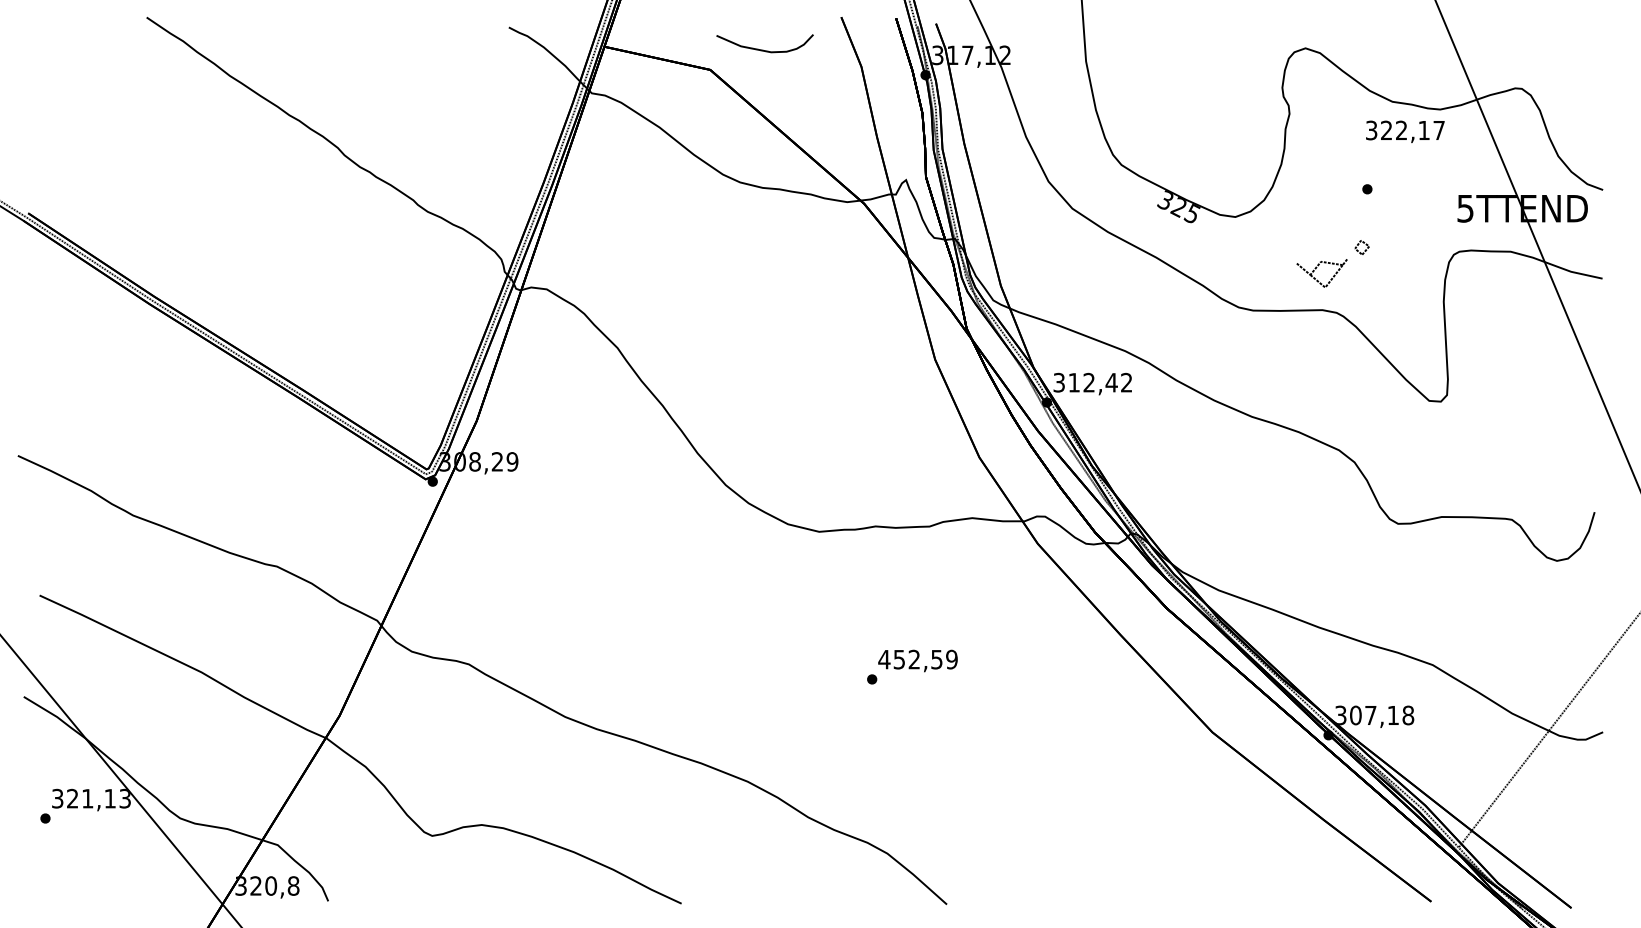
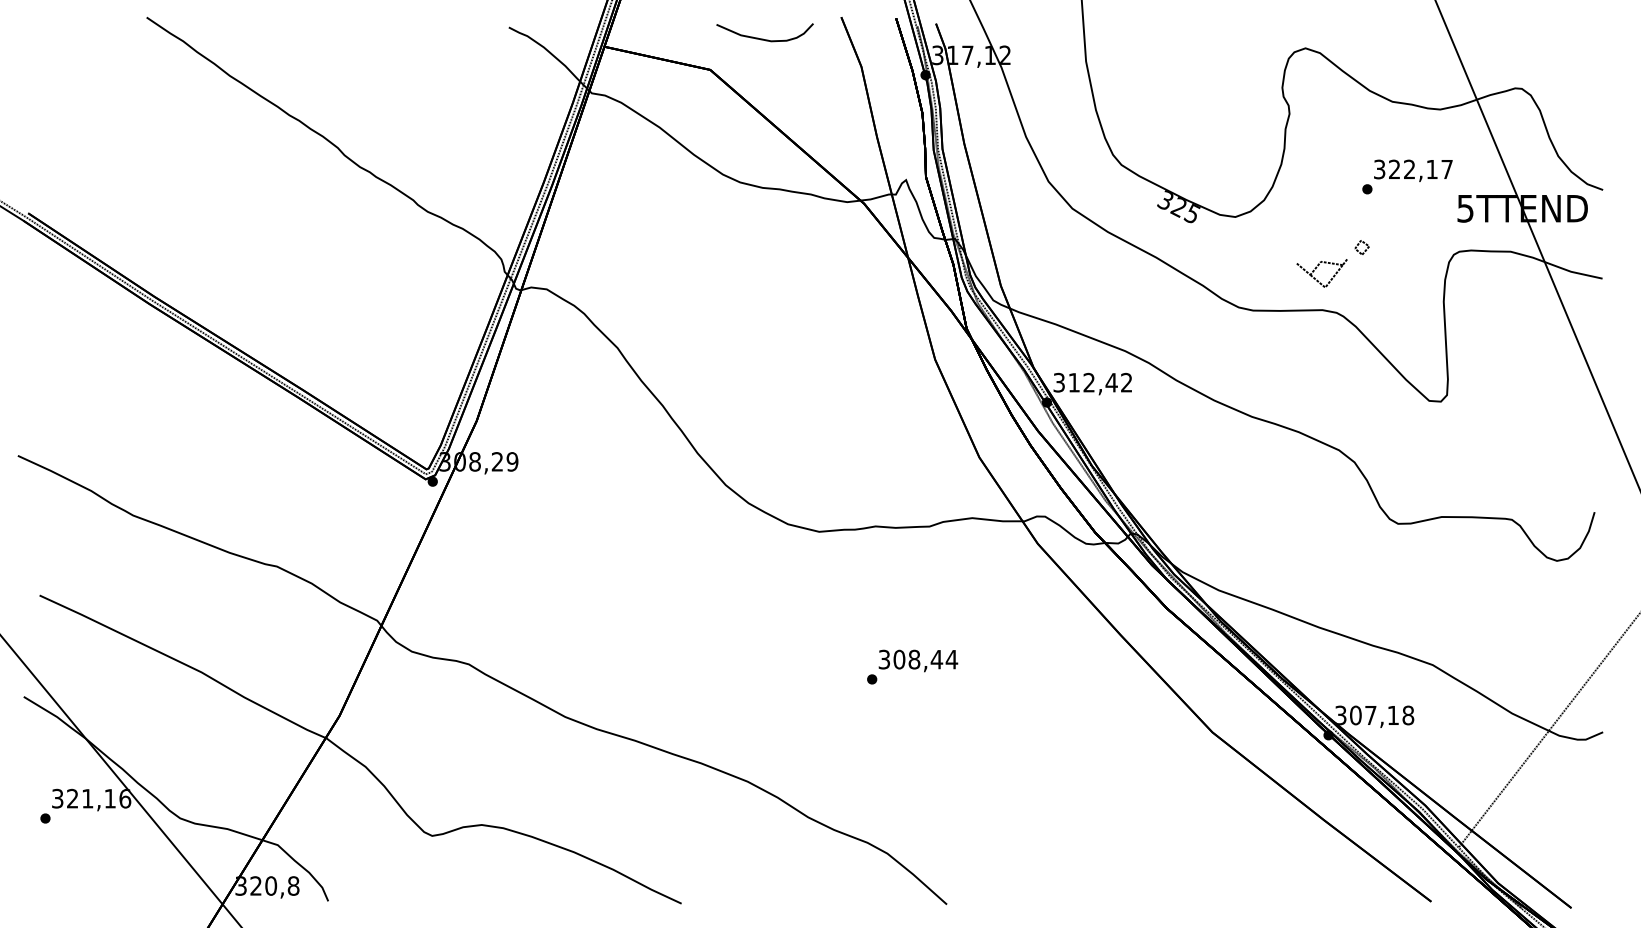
curve at (763, 49) position: (763, 49) -> (763, 38)
text at (1405, 131) position: (1405, 131) -> (1413, 170)
text at (918, 659): 452,59 -> 308,44
text at (125, 798): 321,13 -> 321,16
